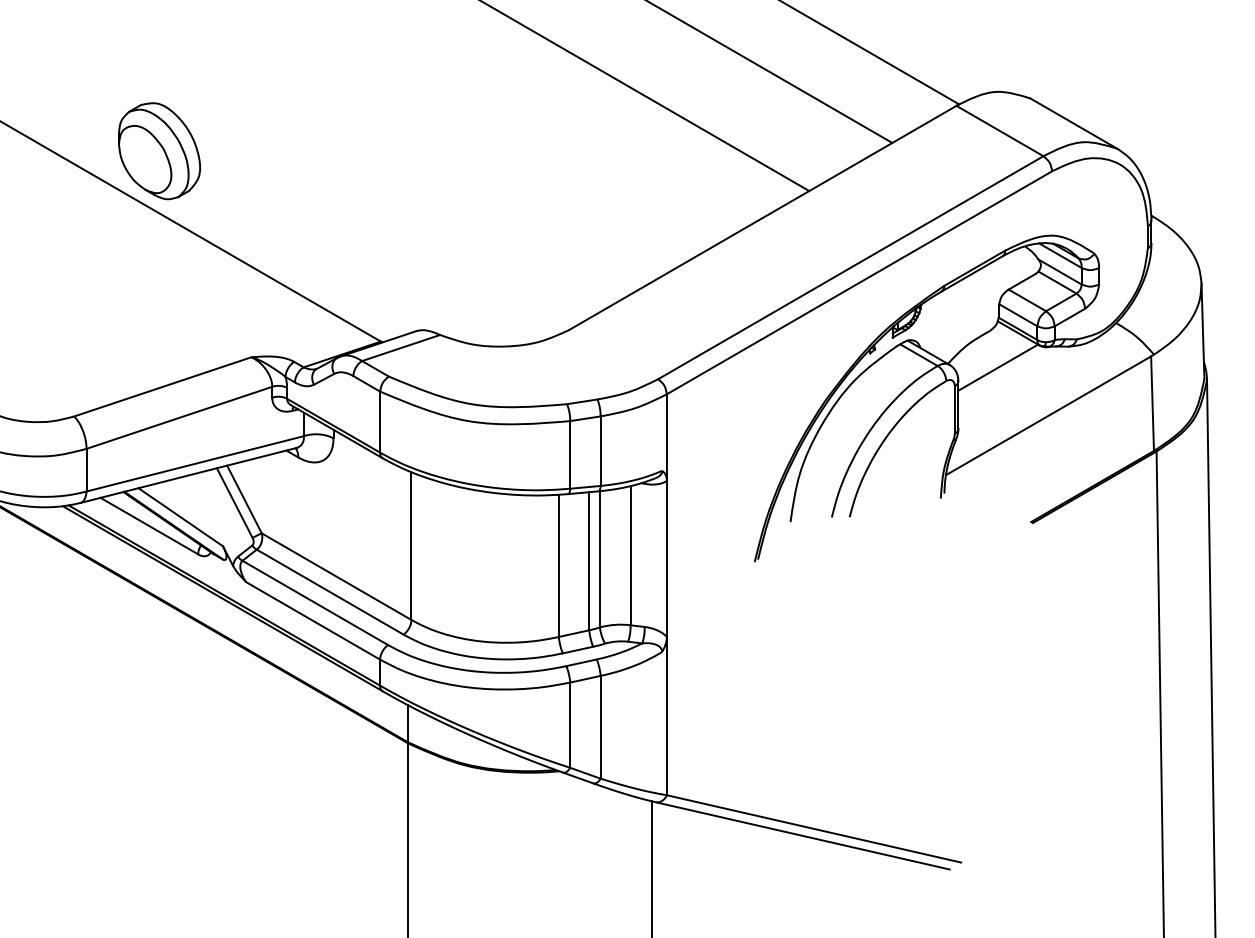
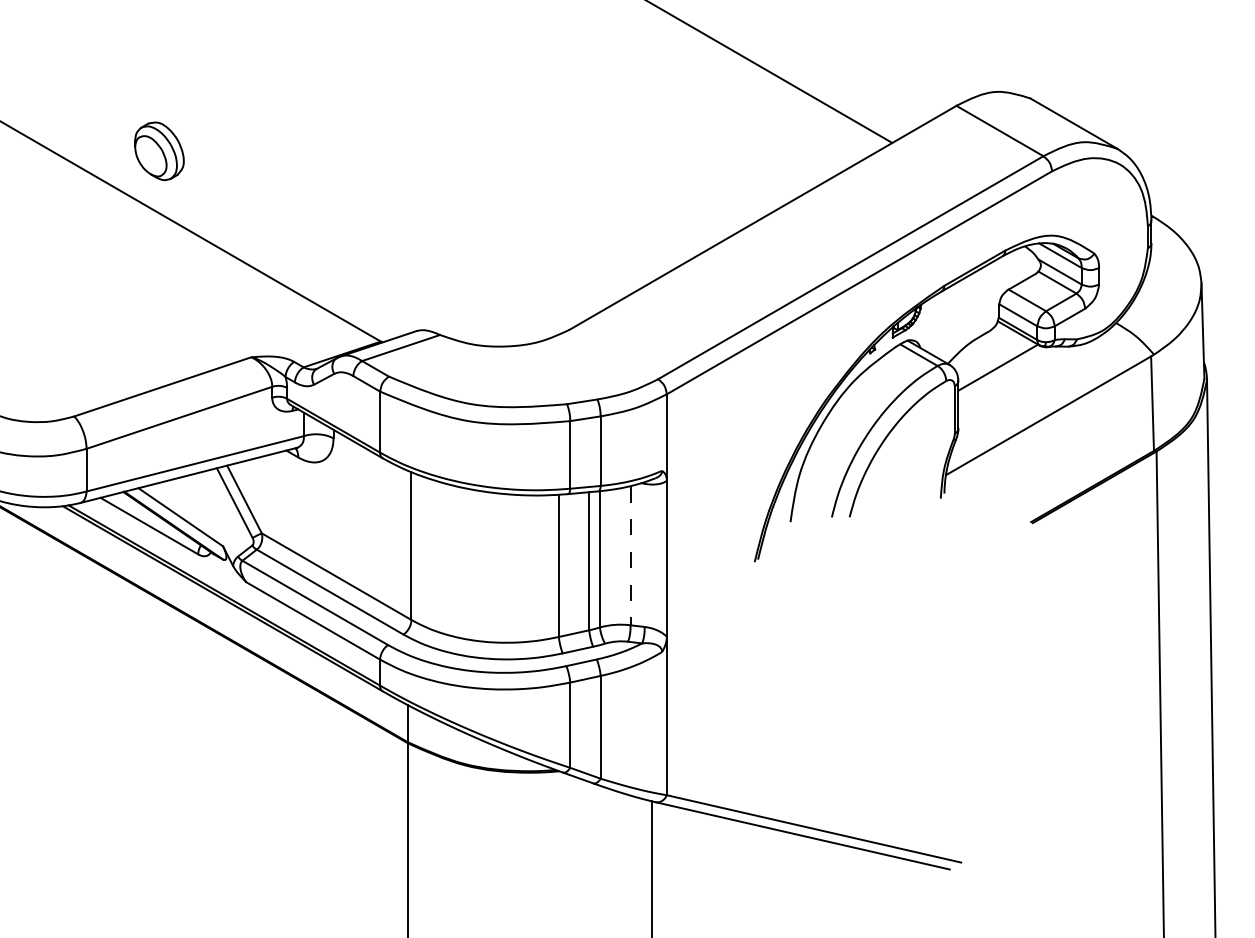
line at (870, 53): present -> none
line at (645, 96): present -> none
part at (159, 151) size: 83x99 px -> 51x60 px
line at (630, 555): solid -> dashed
